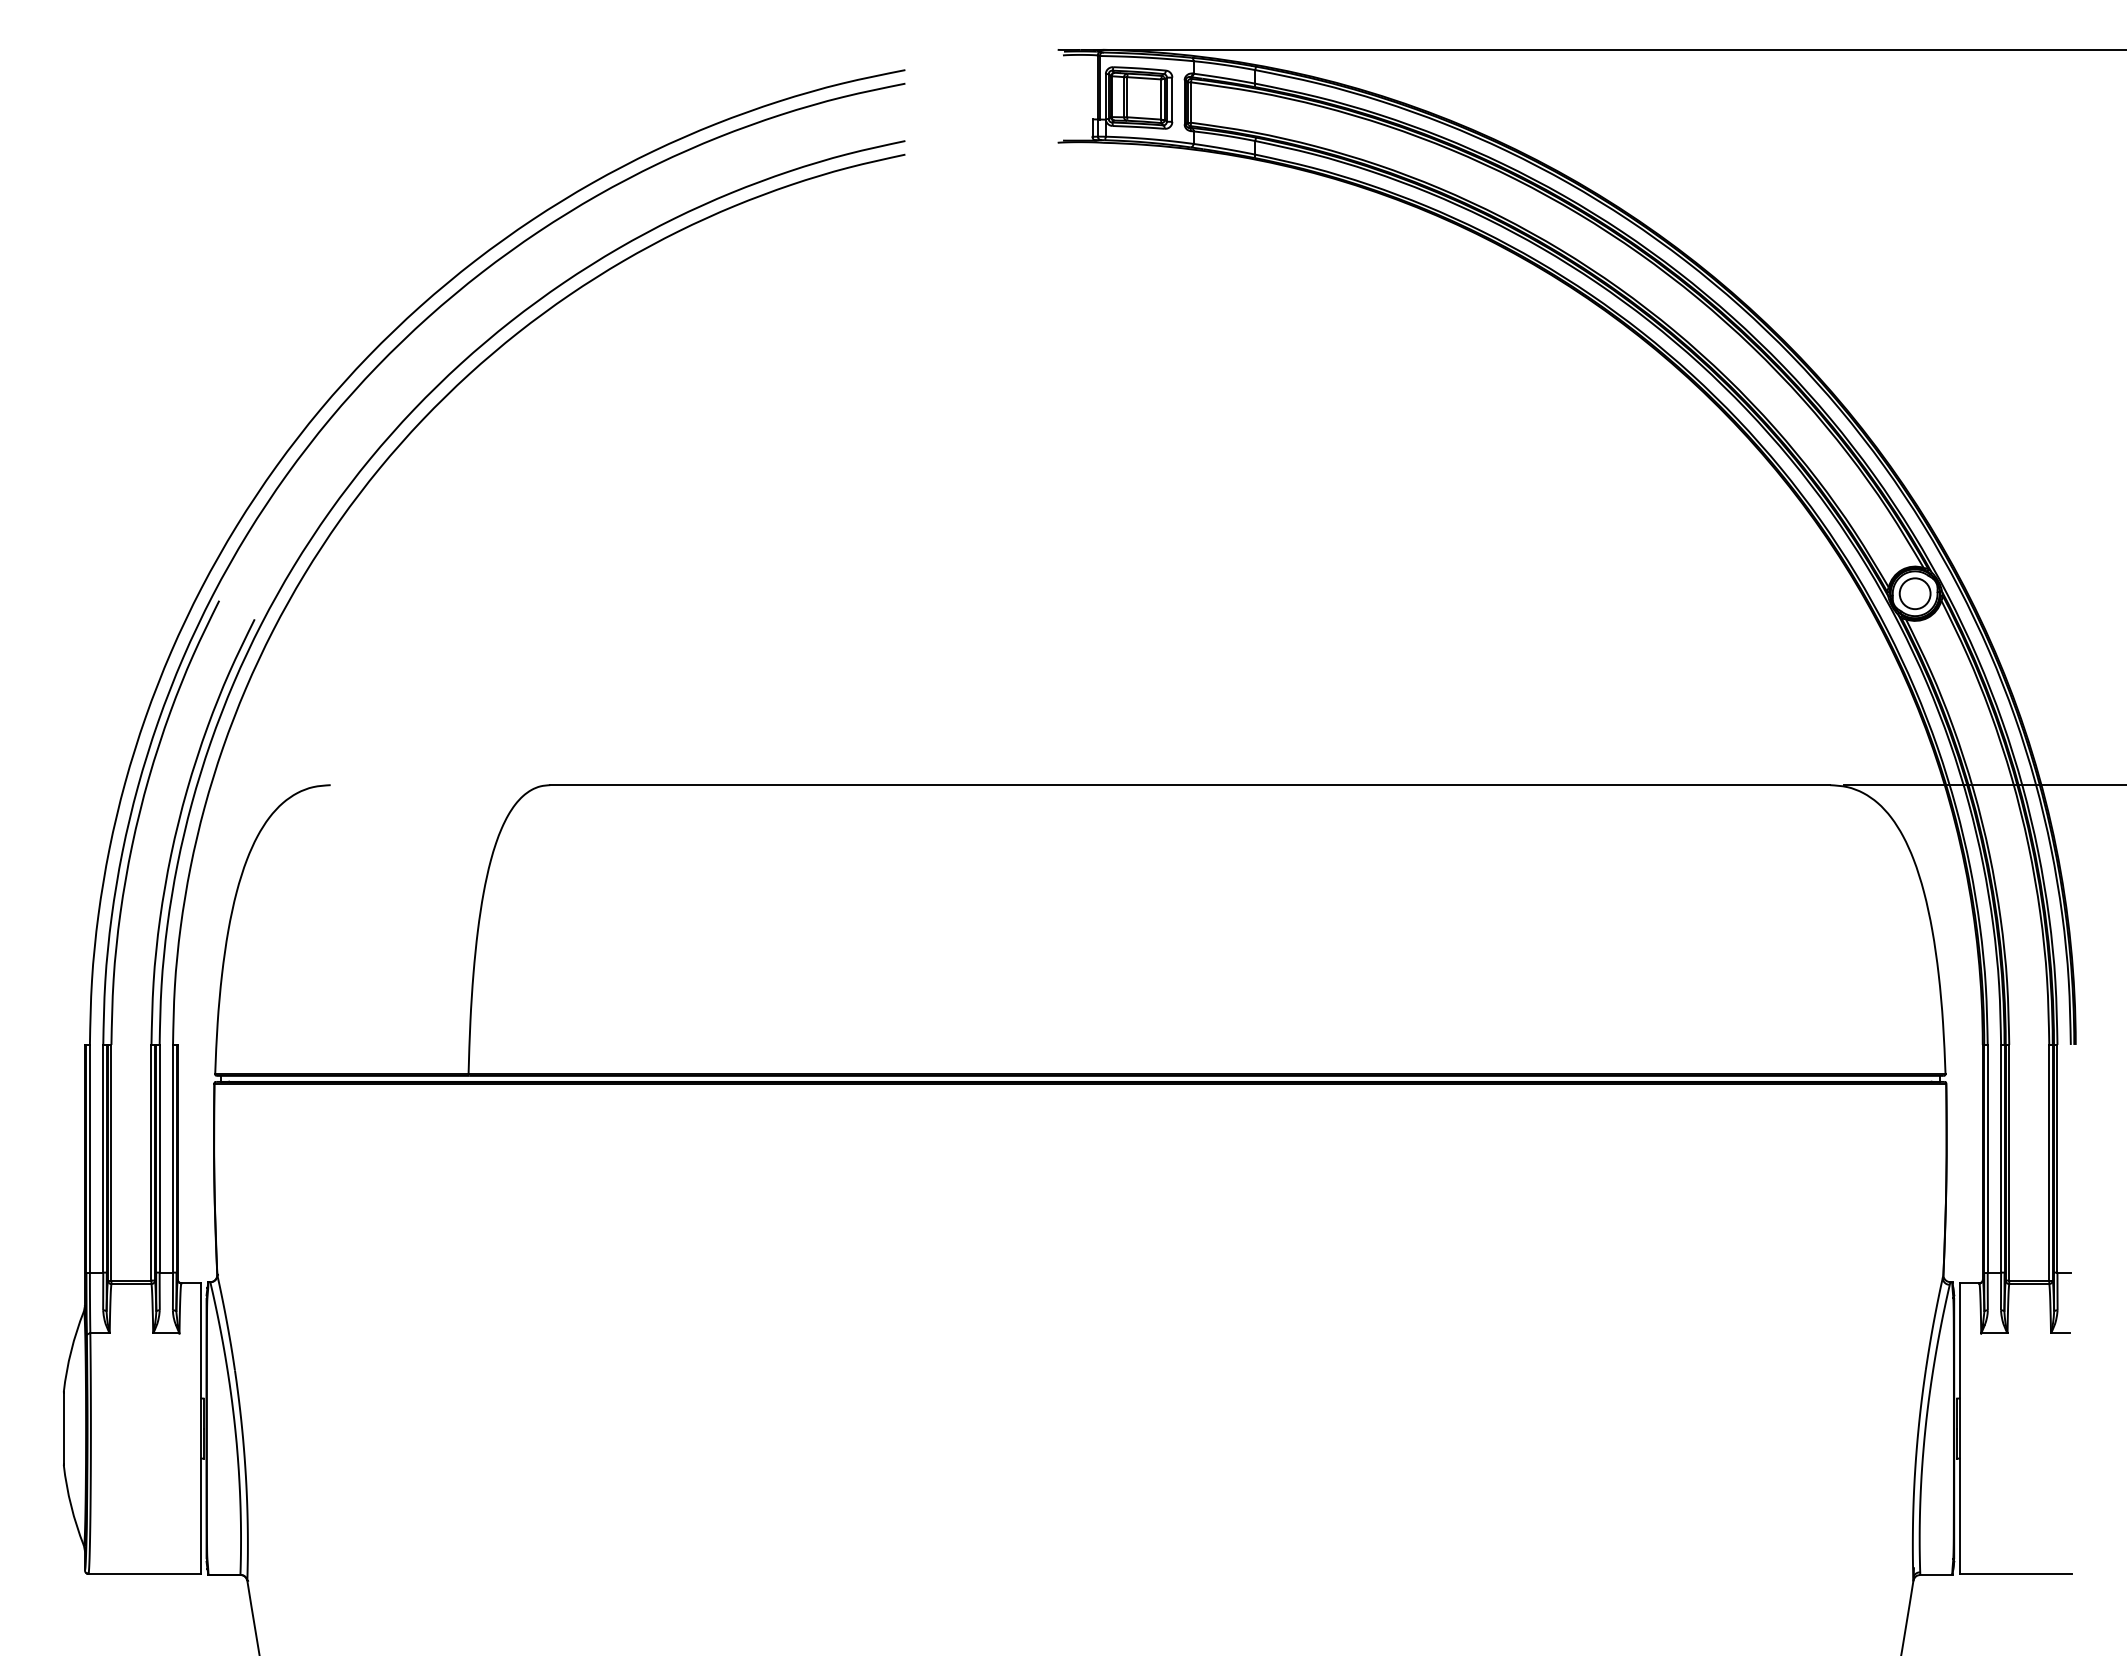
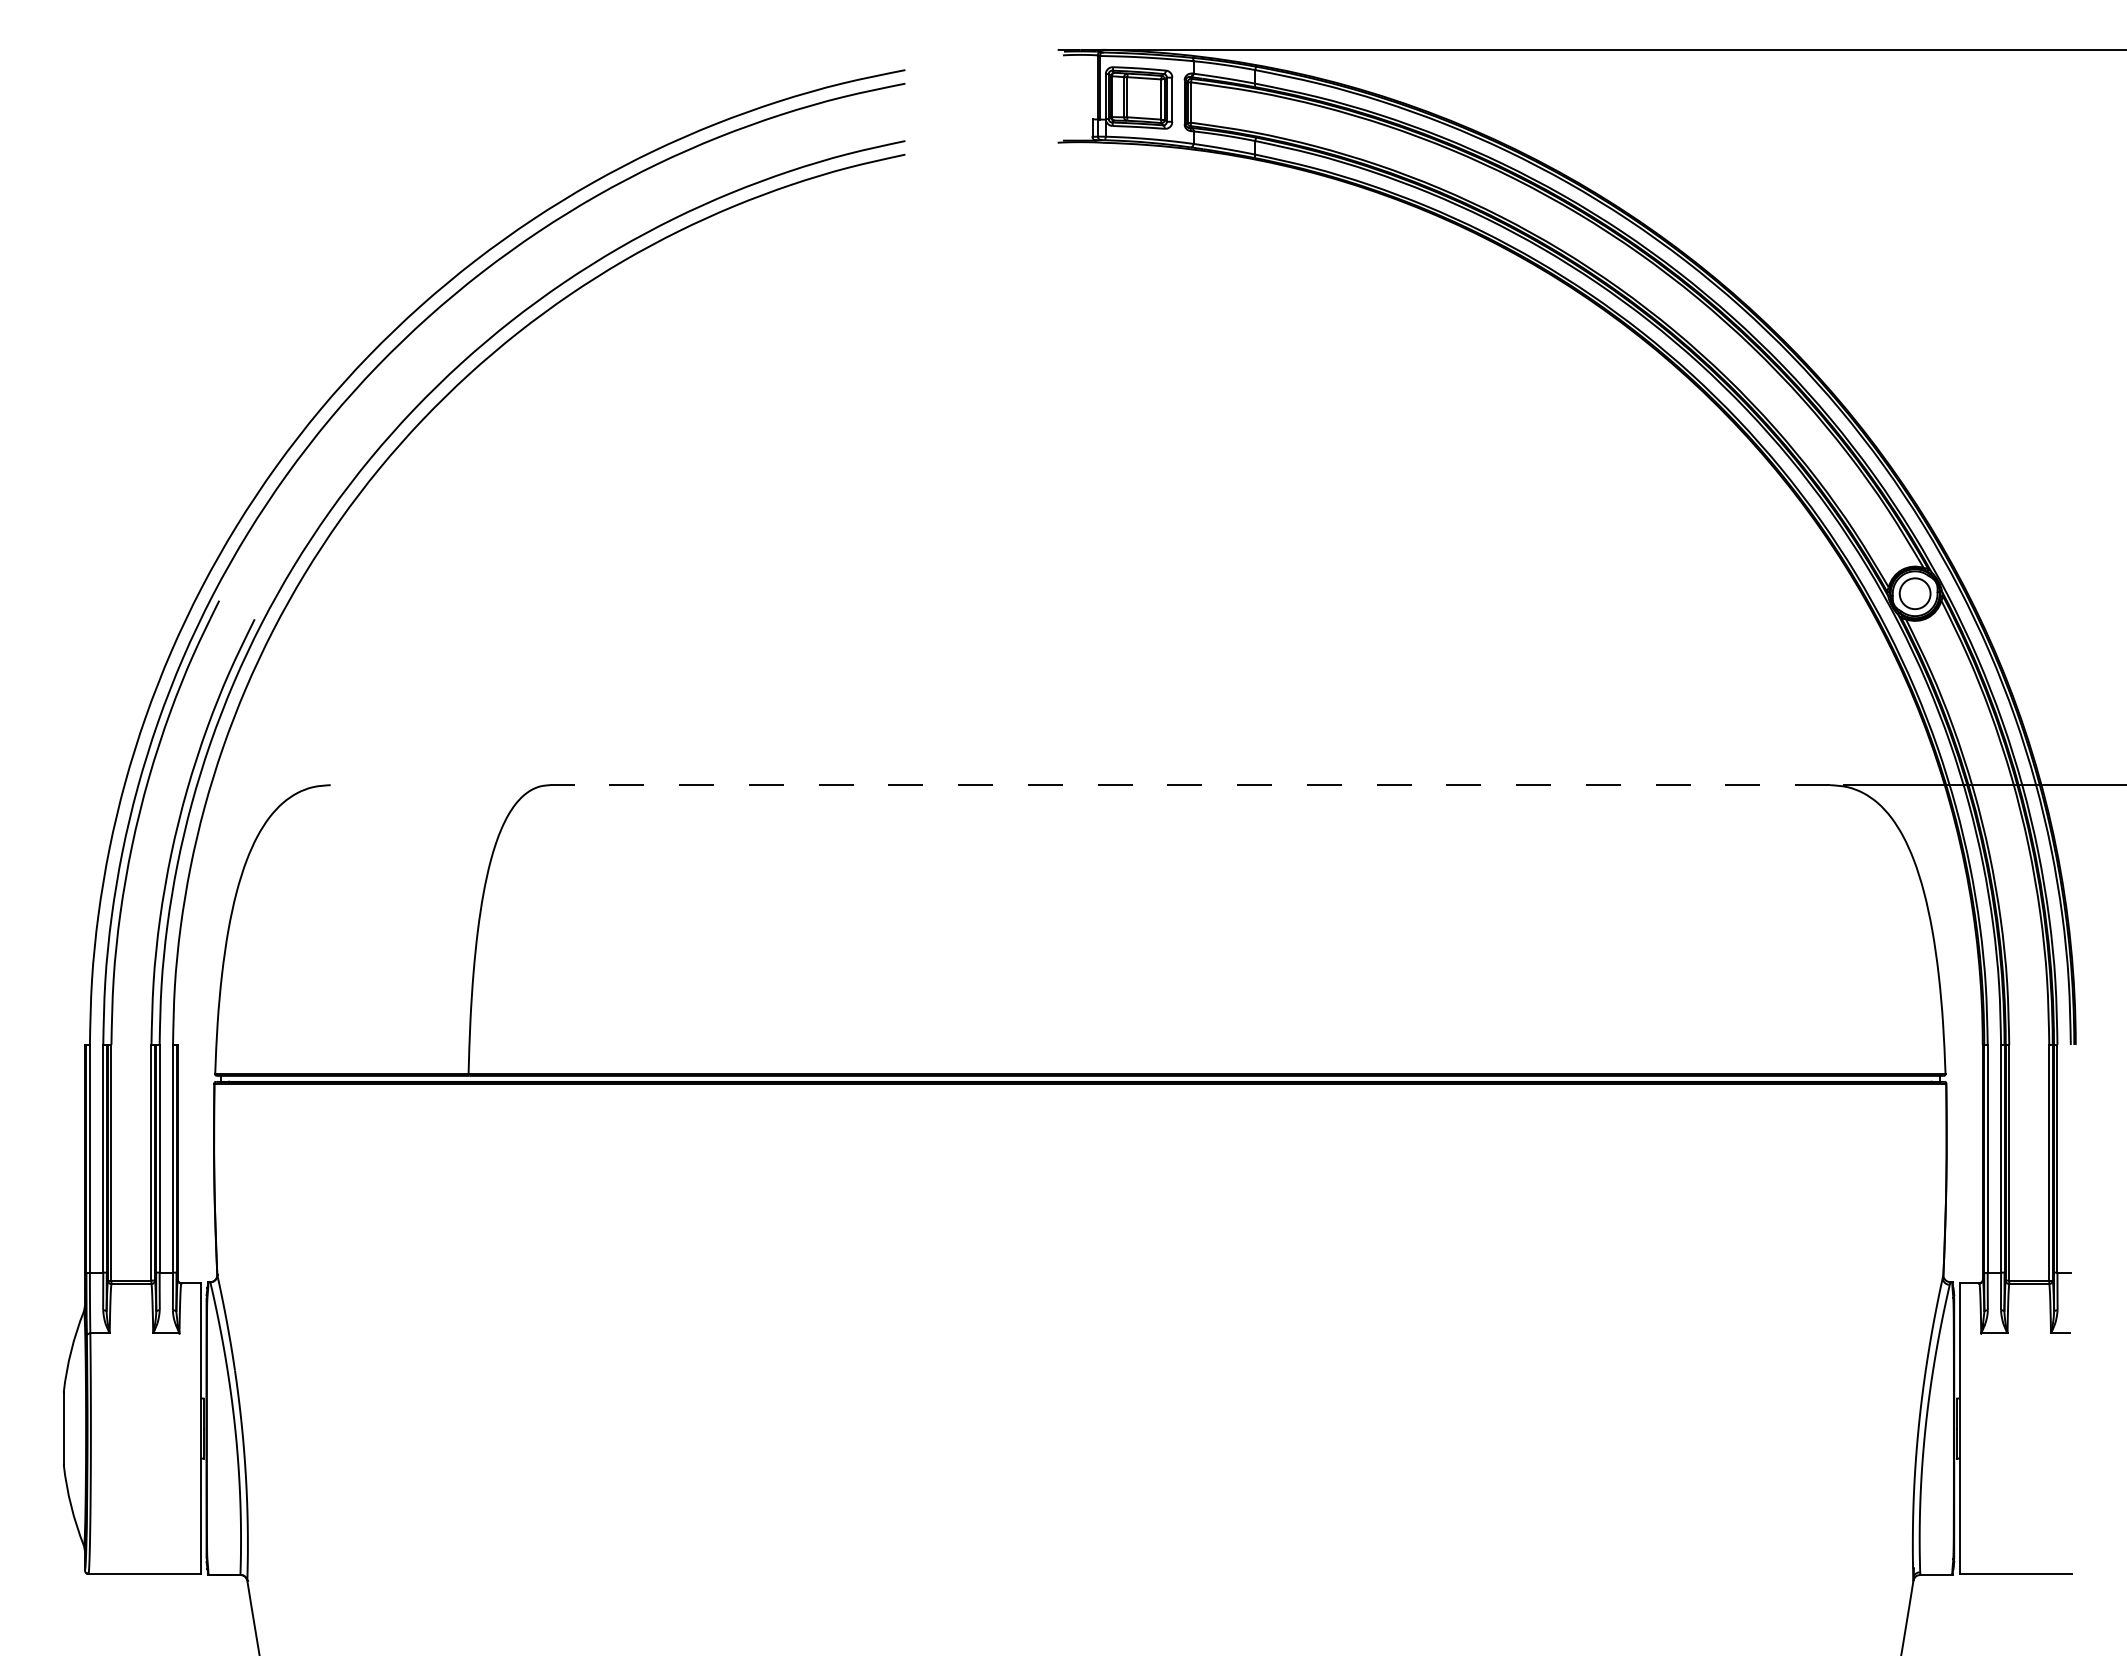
line at (1190, 785): solid -> dashed
